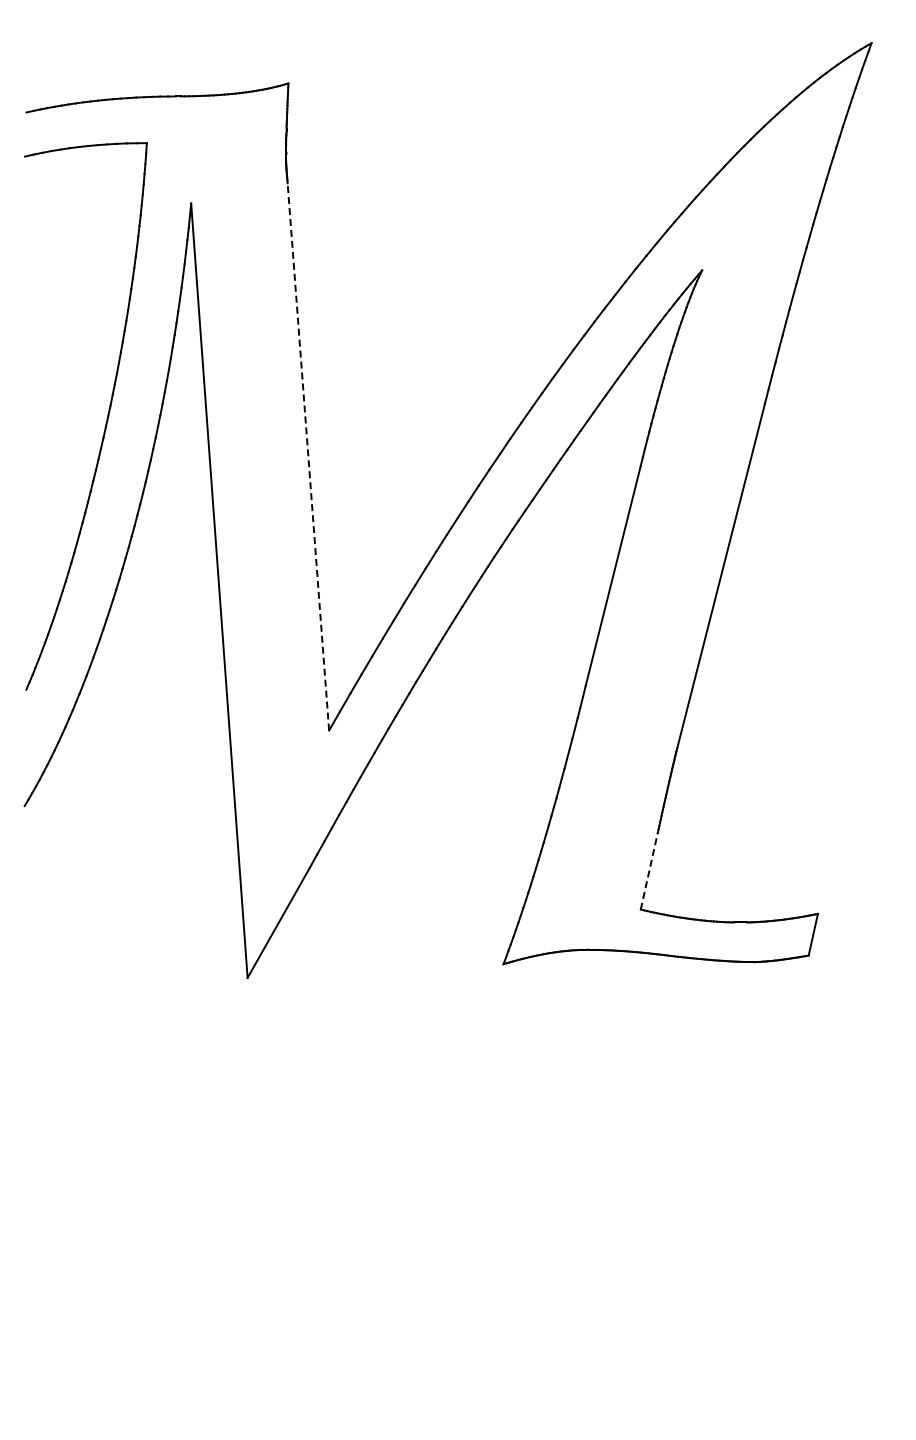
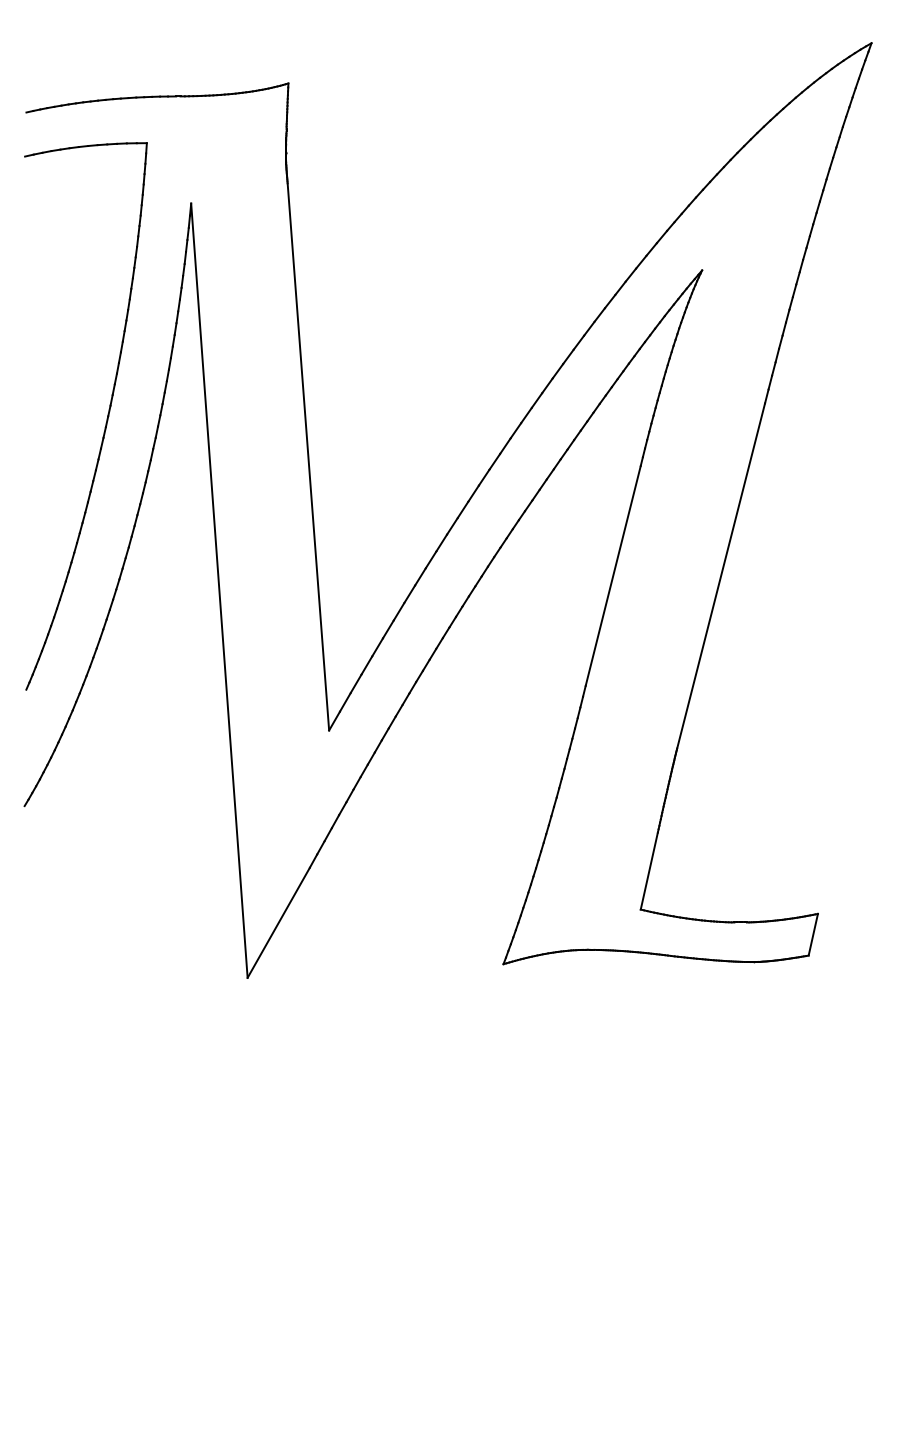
line at (308, 456): dashed -> solid
line at (649, 870): dashed -> solid
